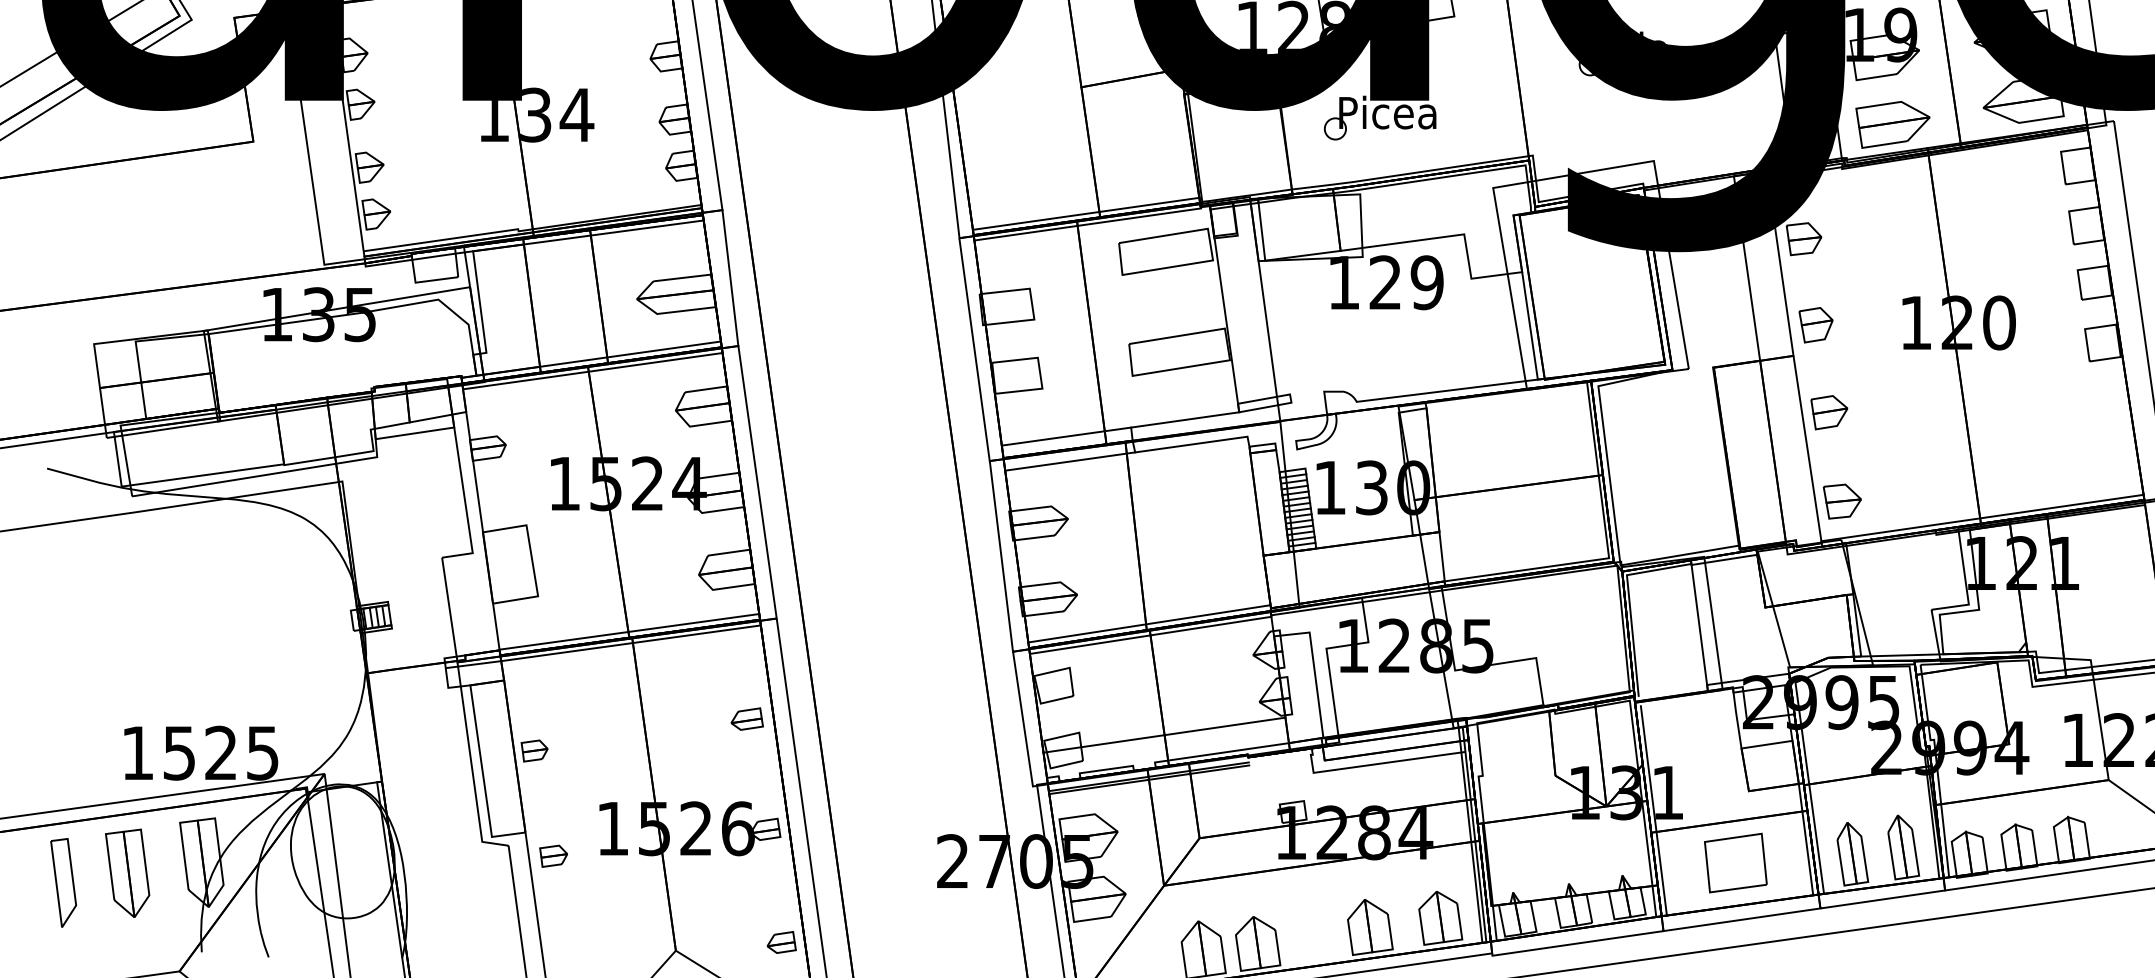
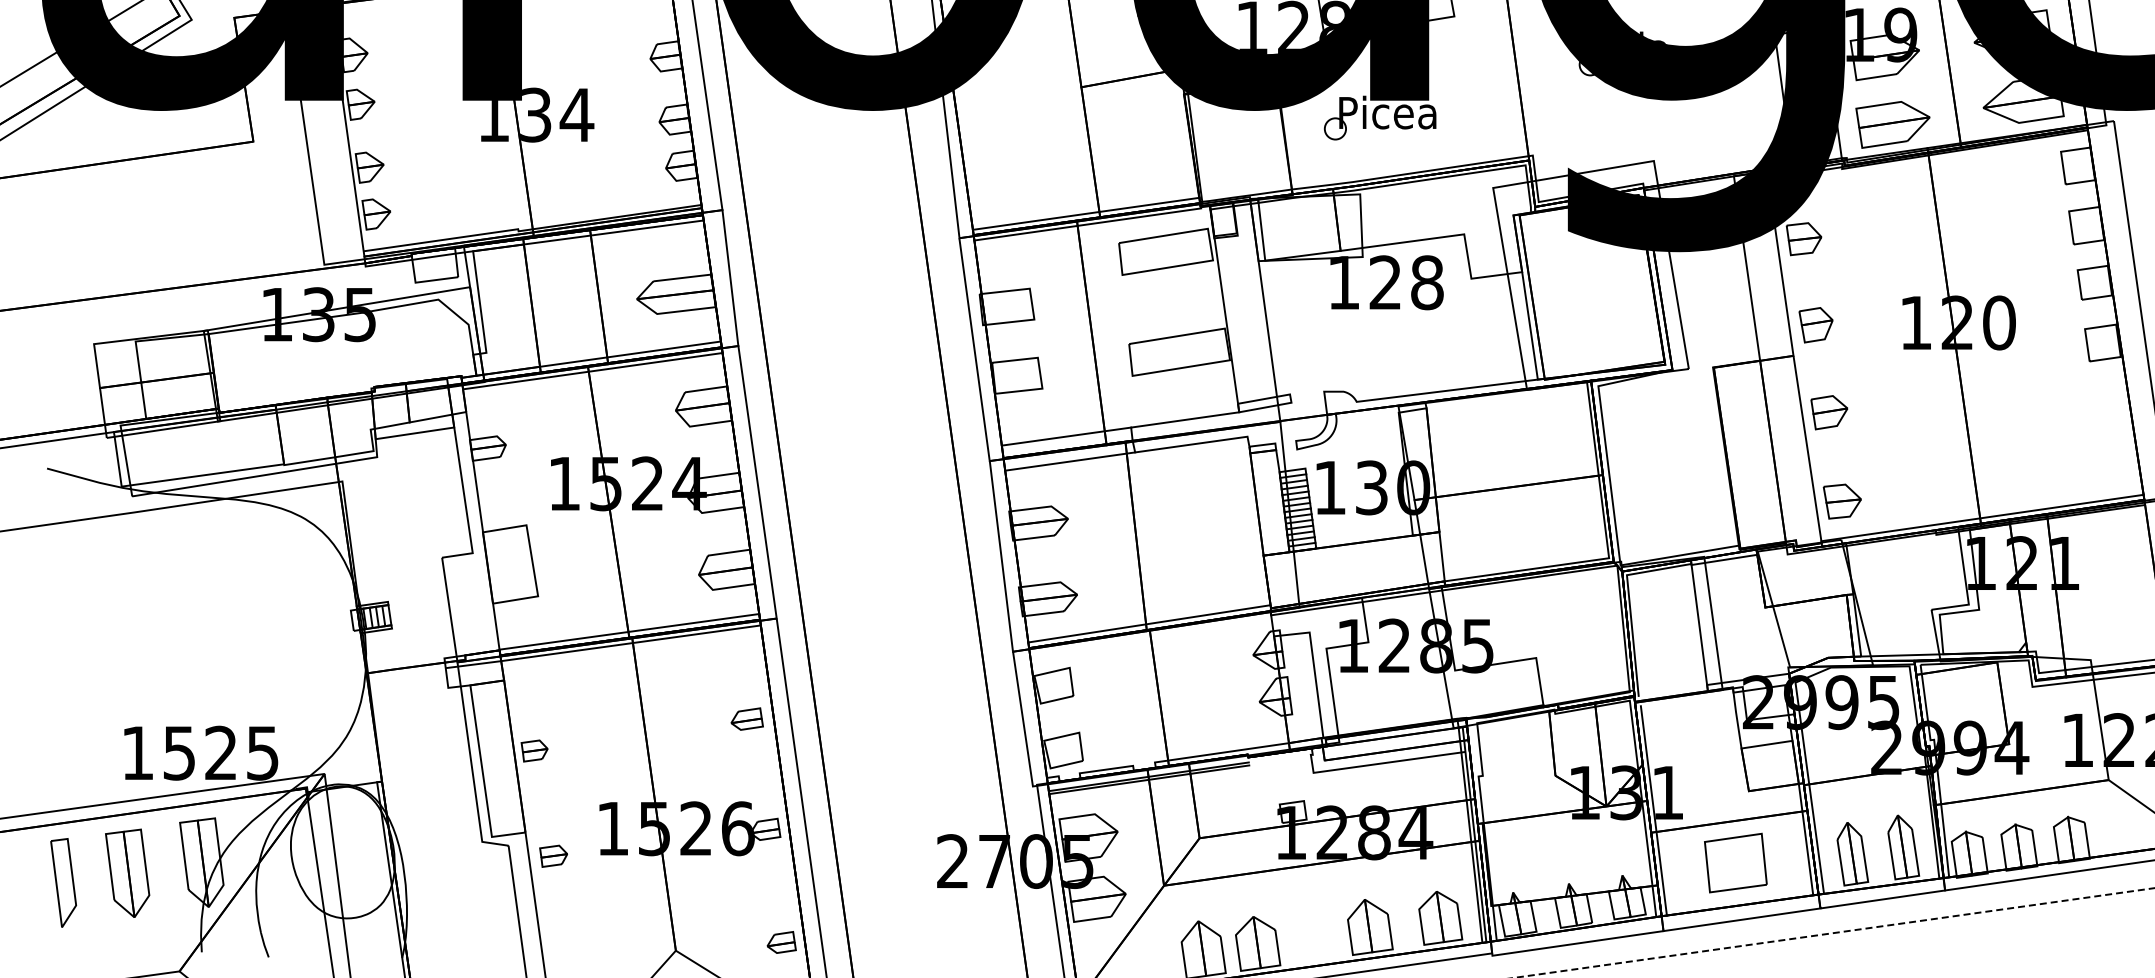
text at (1426, 282): 129 -> 128
line at (1150, 634): present -> none
line at (1164, 734): present -> none
line at (1834, 932): solid -> dashed
